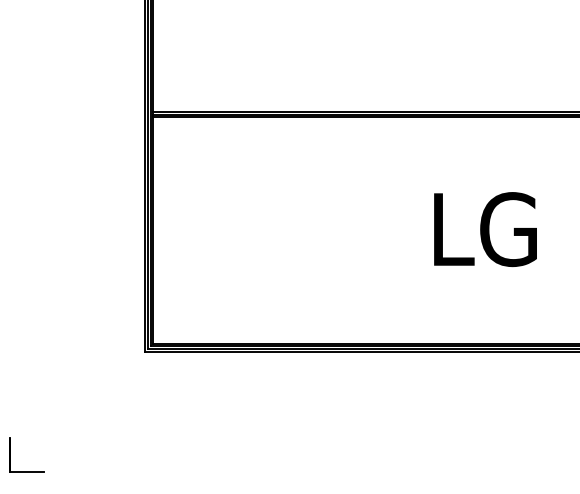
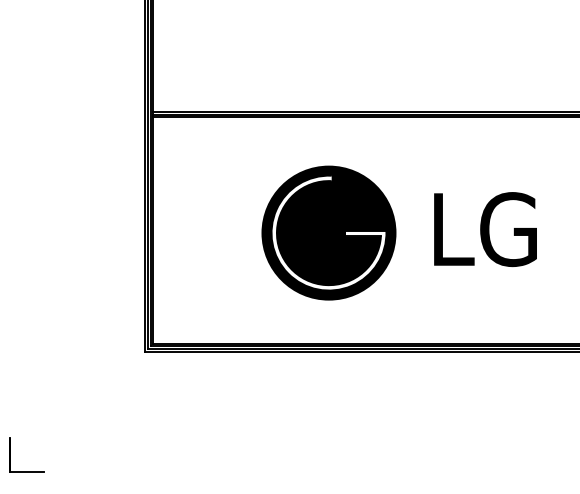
part at (328, 232): none -> present
